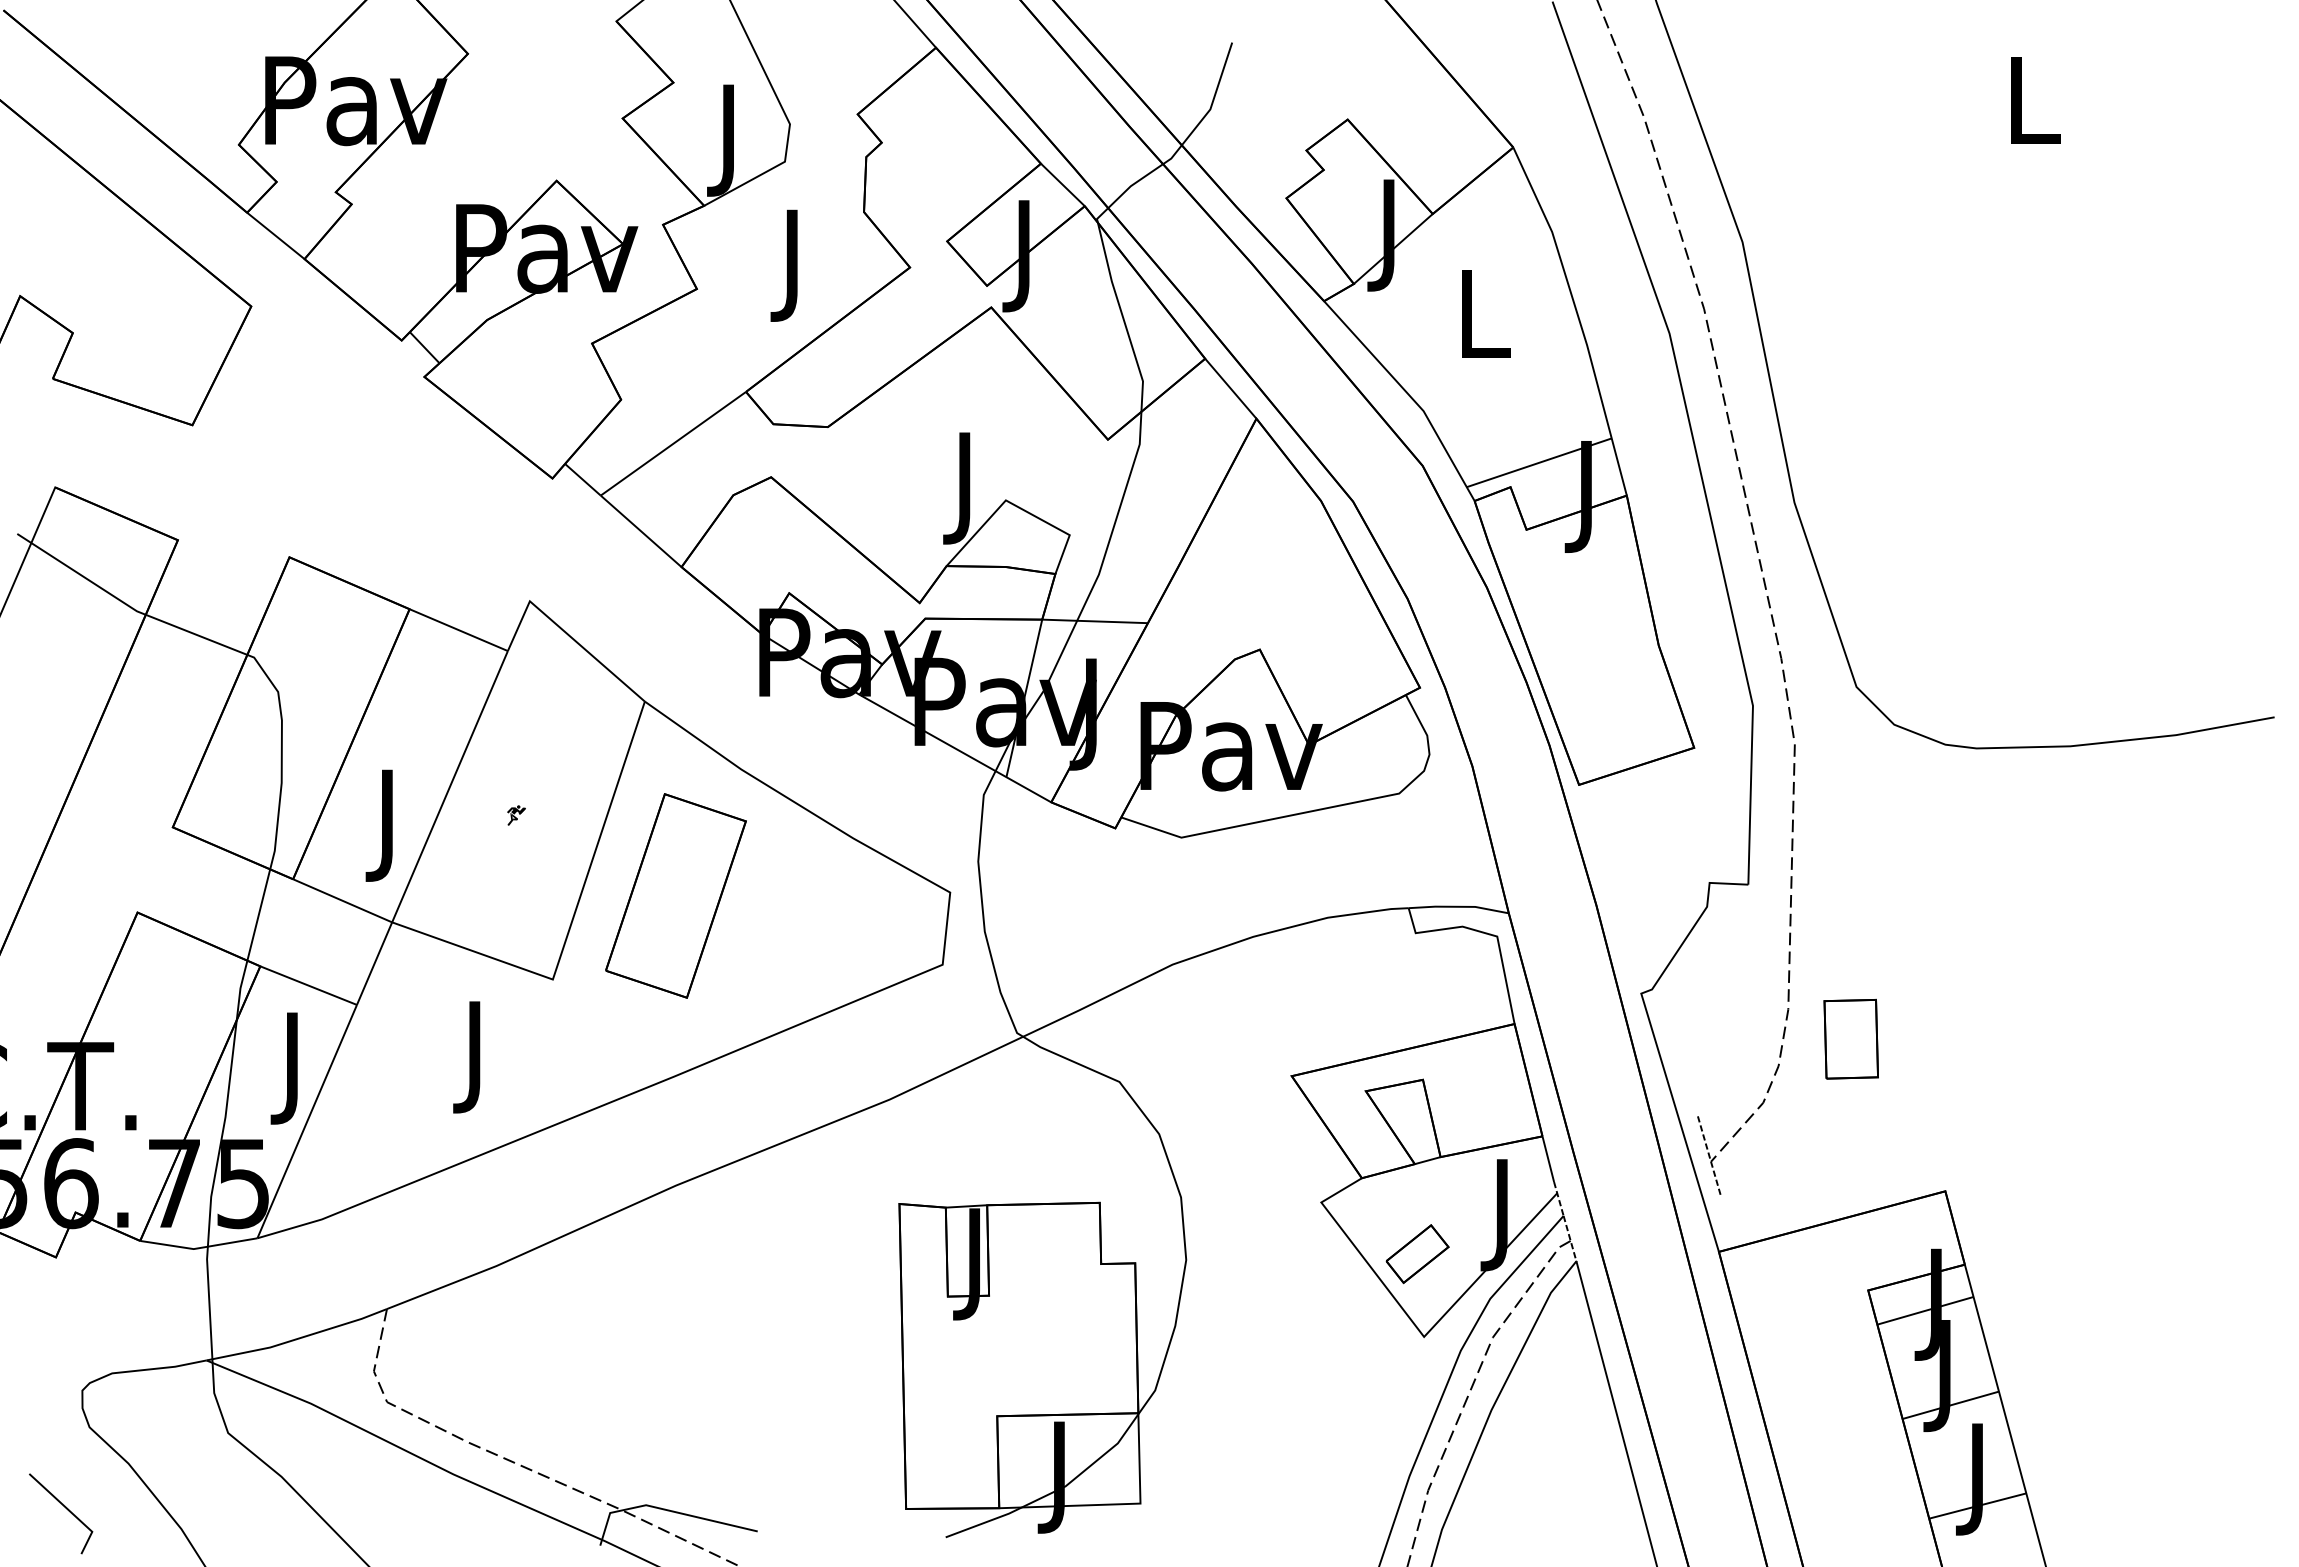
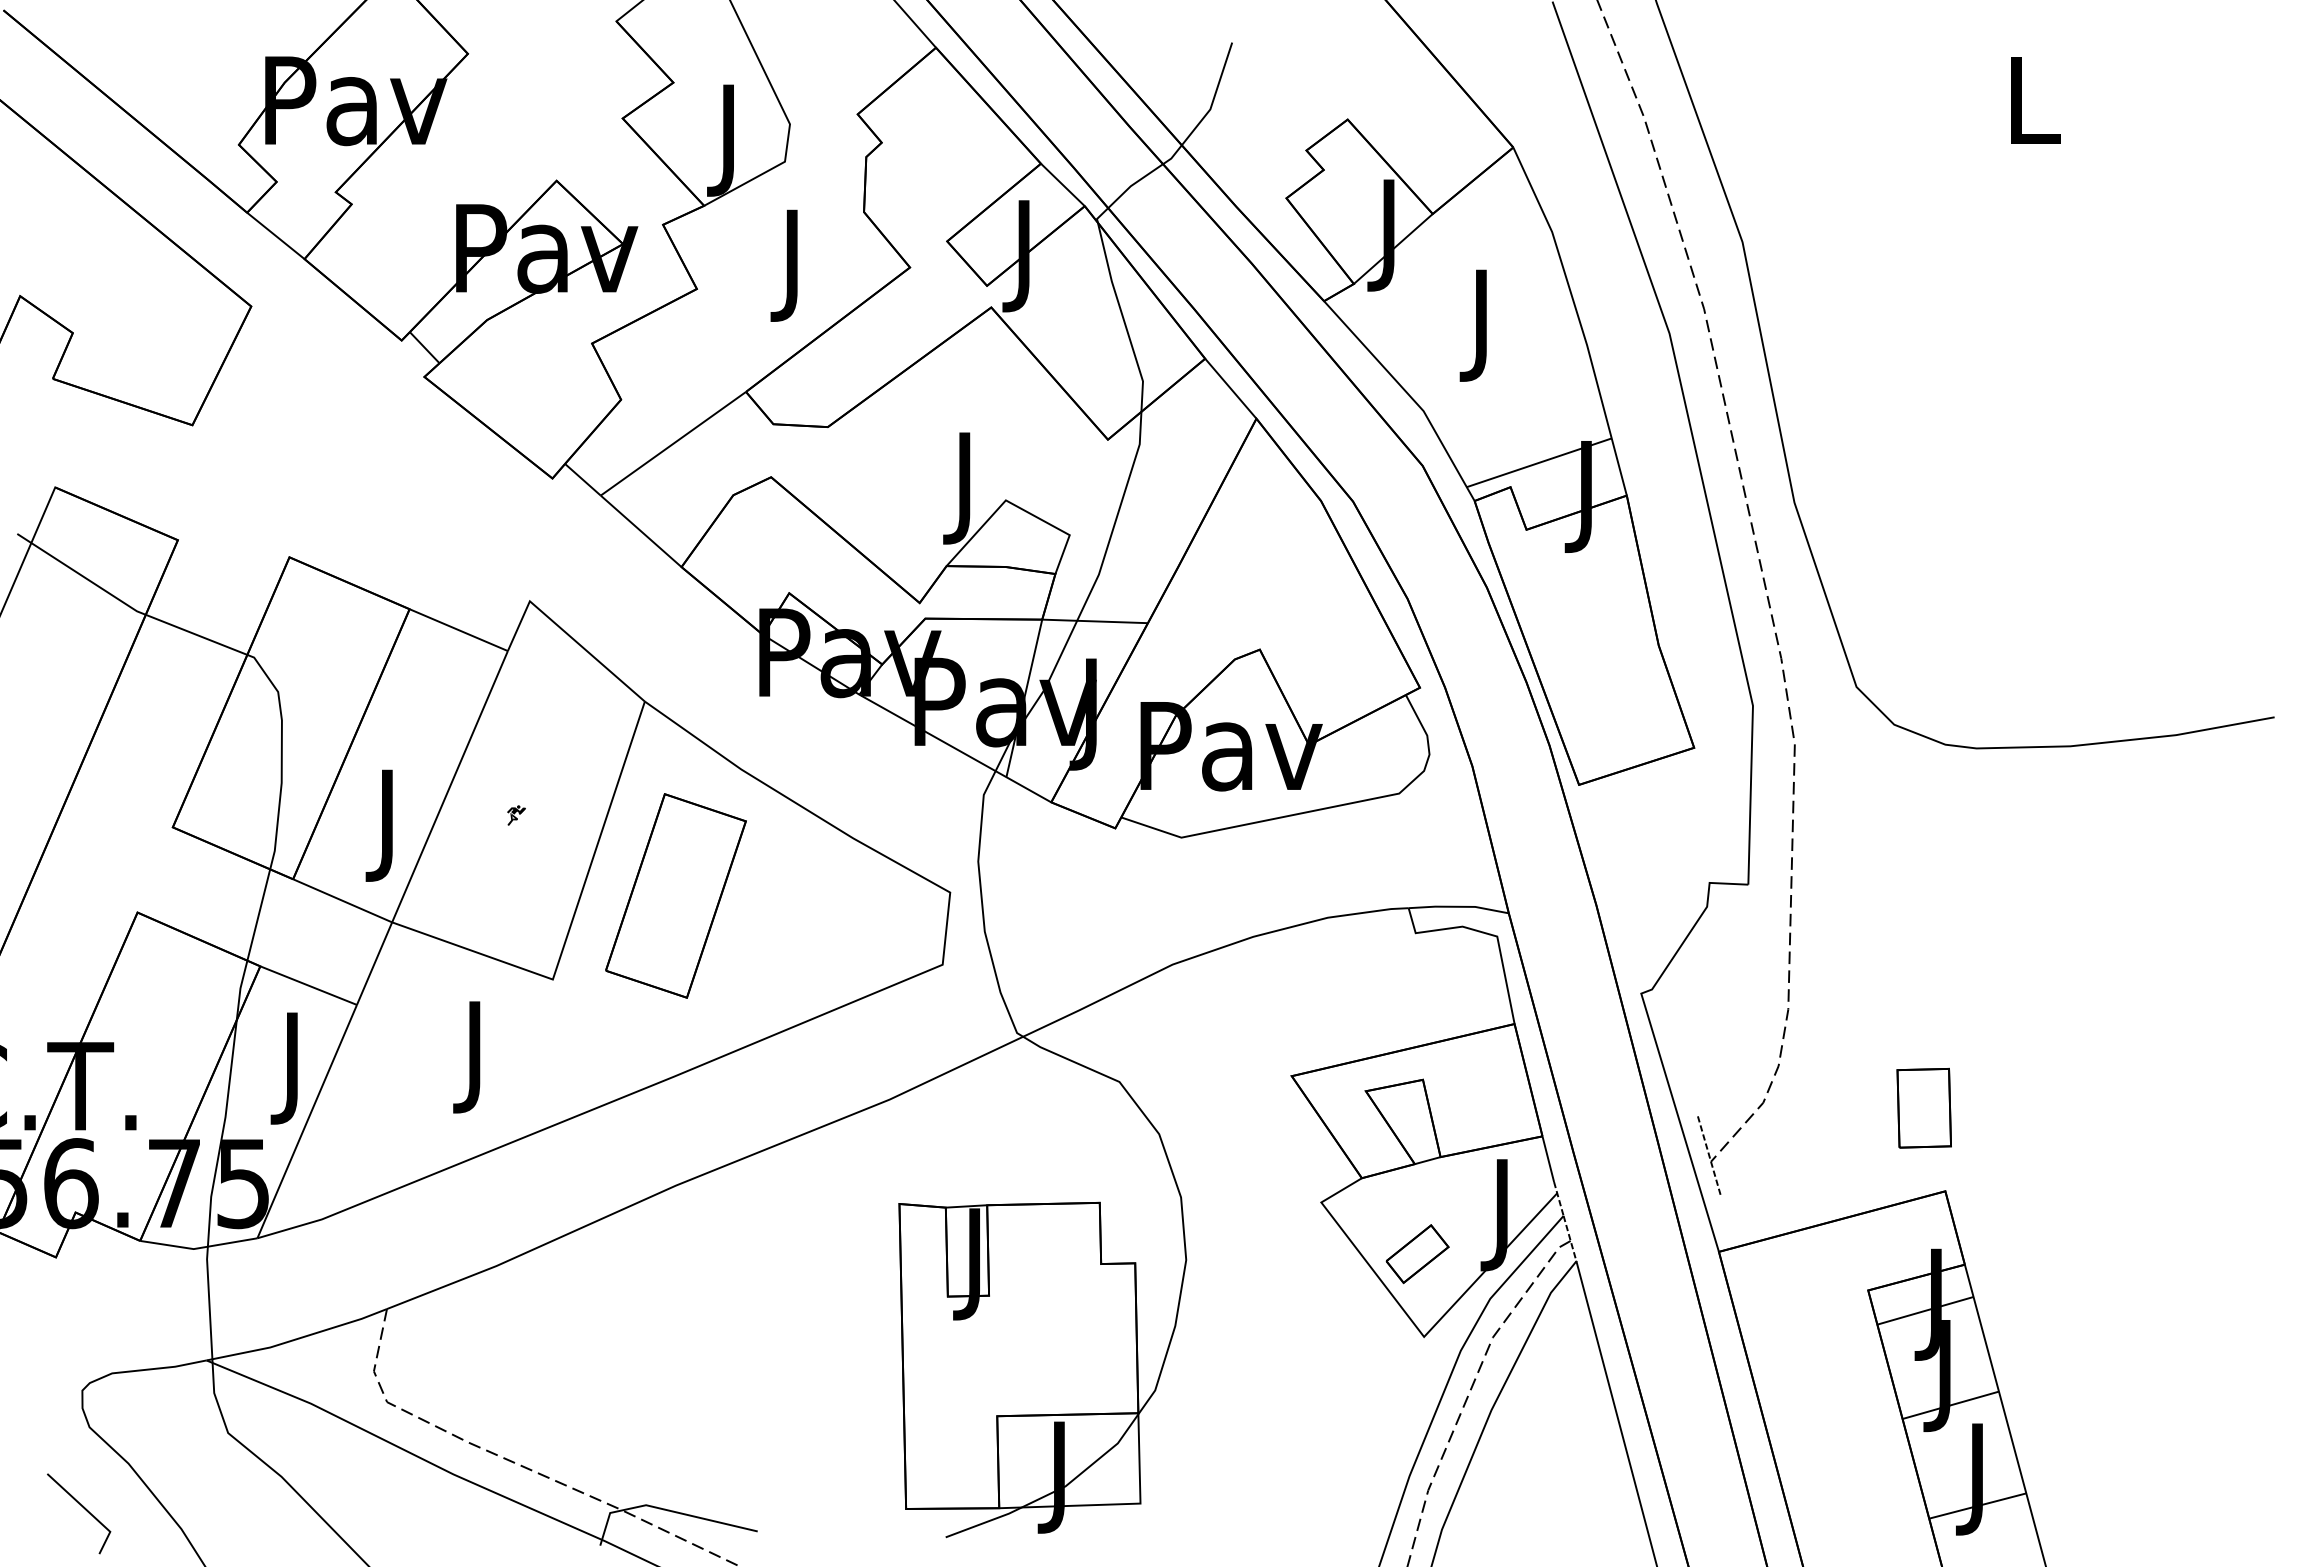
text at (1484, 325): L -> J
part at (1850, 1038) position: (1850, 1038) -> (1923, 1107)
line at (65, 1508) position: (65, 1508) -> (83, 1508)
